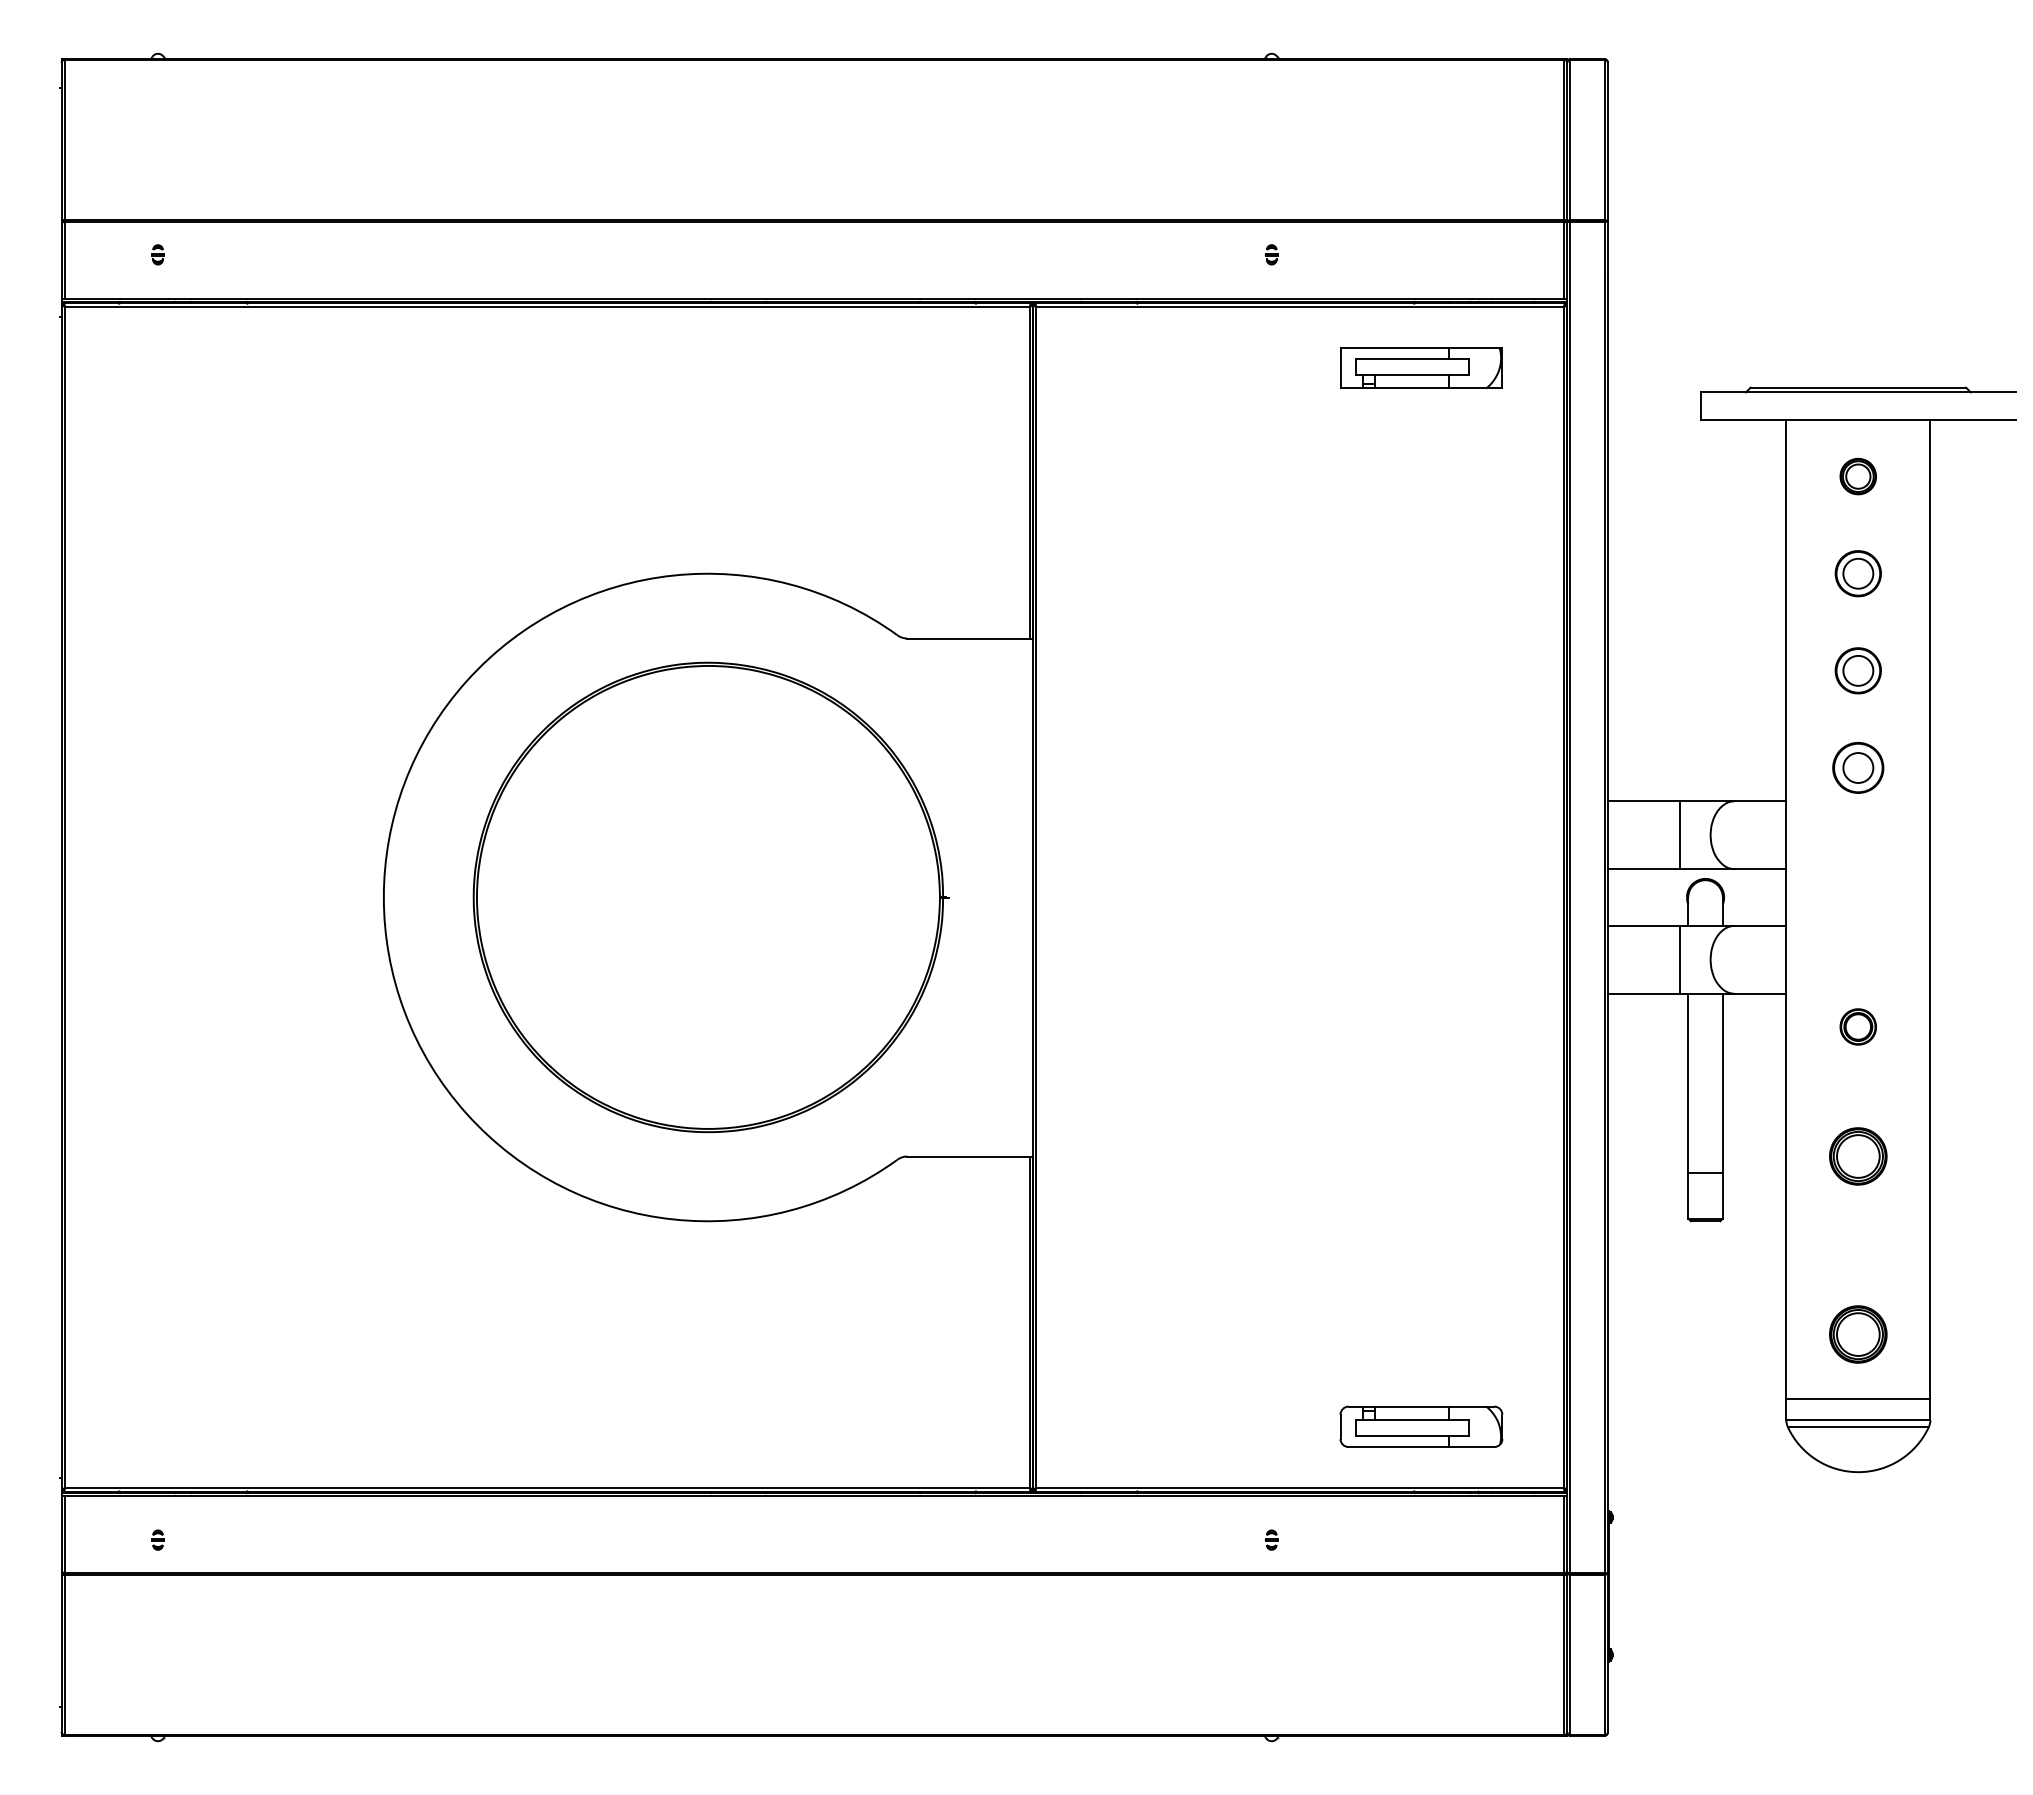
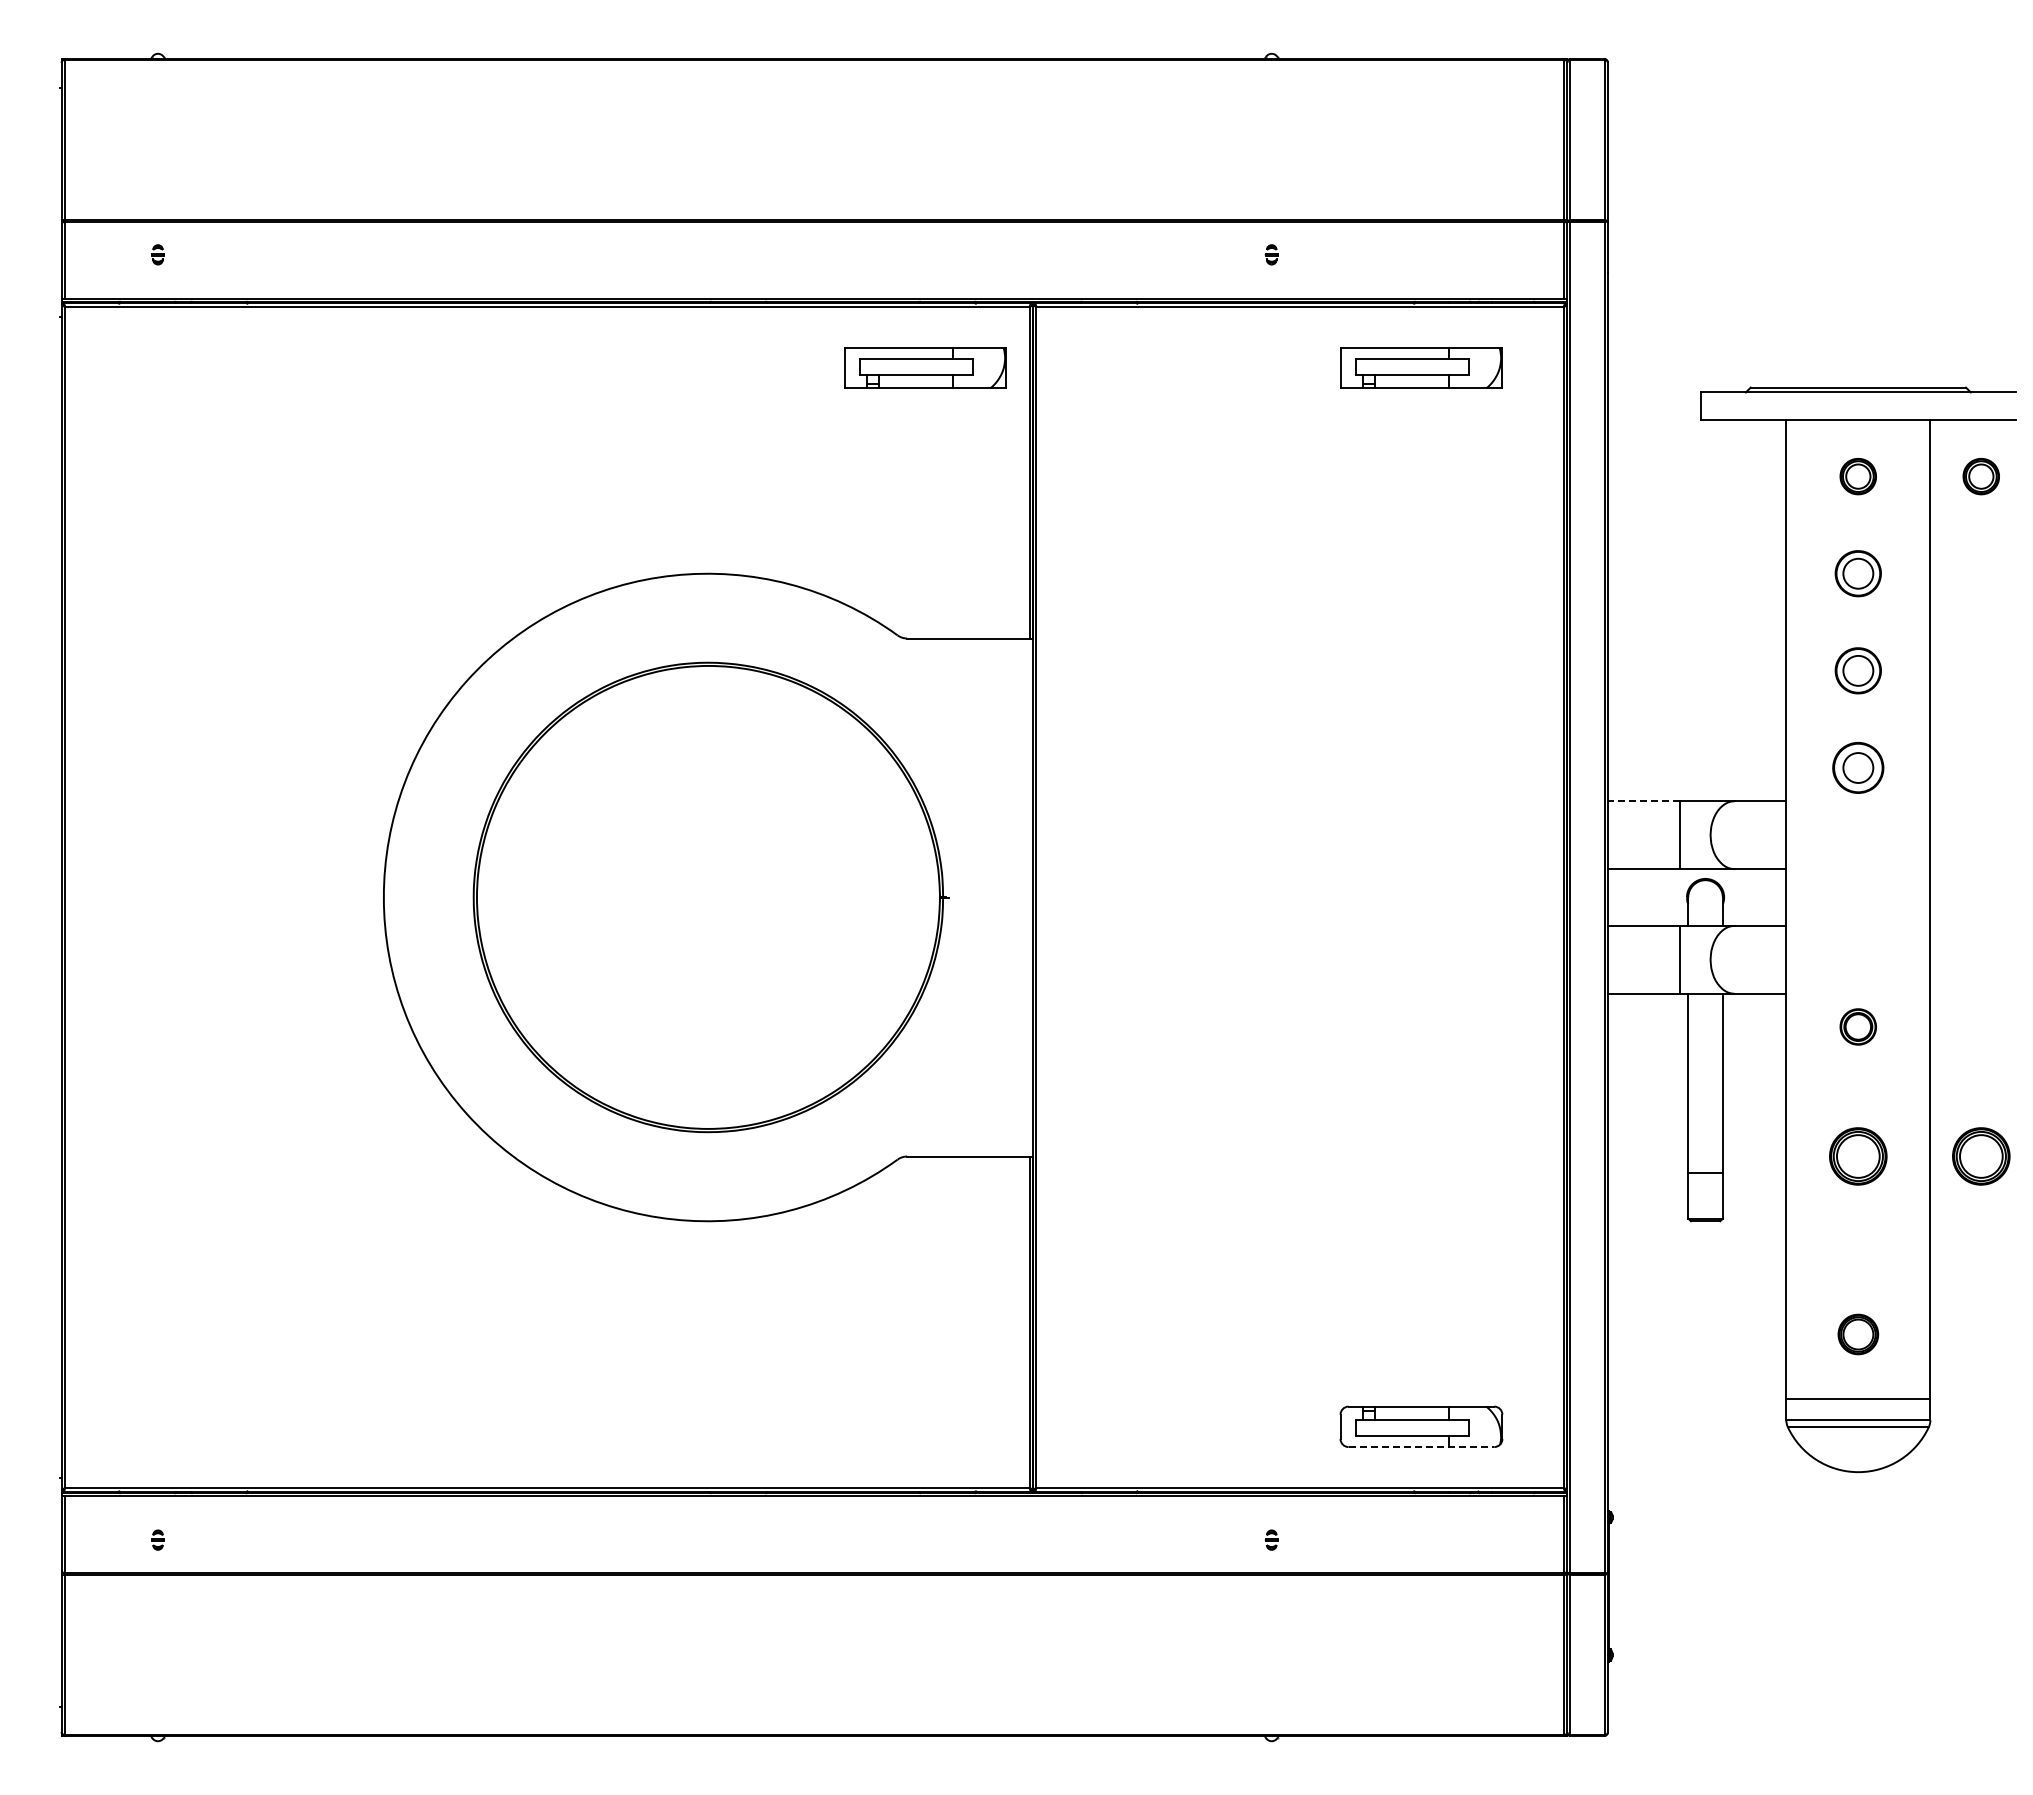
part at (925, 367): none -> present
part at (1980, 476): none -> present
line at (1643, 801): solid -> dashed
part at (1981, 1156): none -> present
part at (1858, 1334) size: 59x59 px -> 43x43 px
line at (1421, 1447): solid -> dashed
